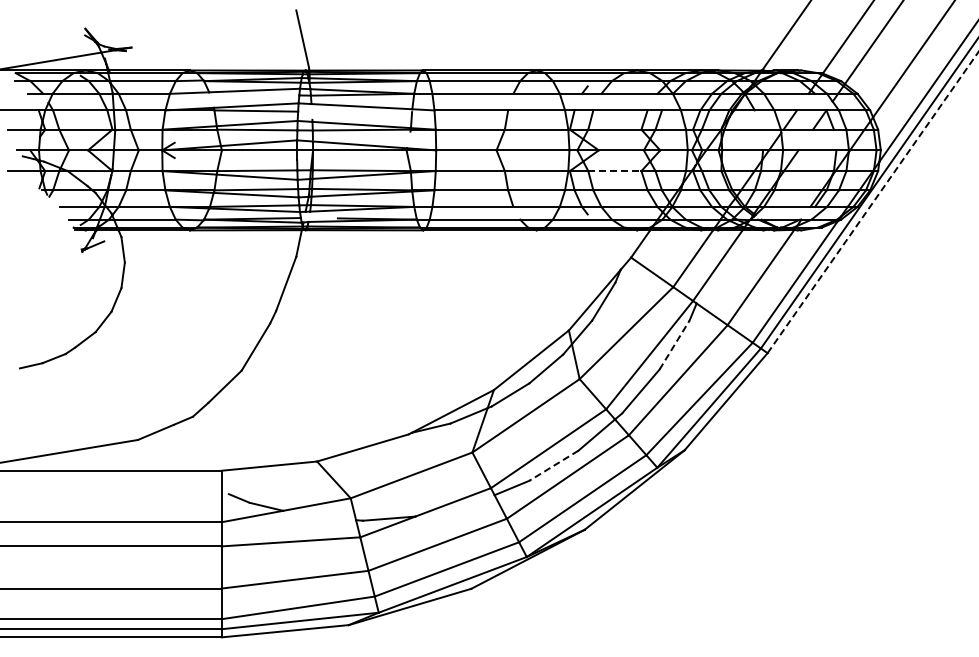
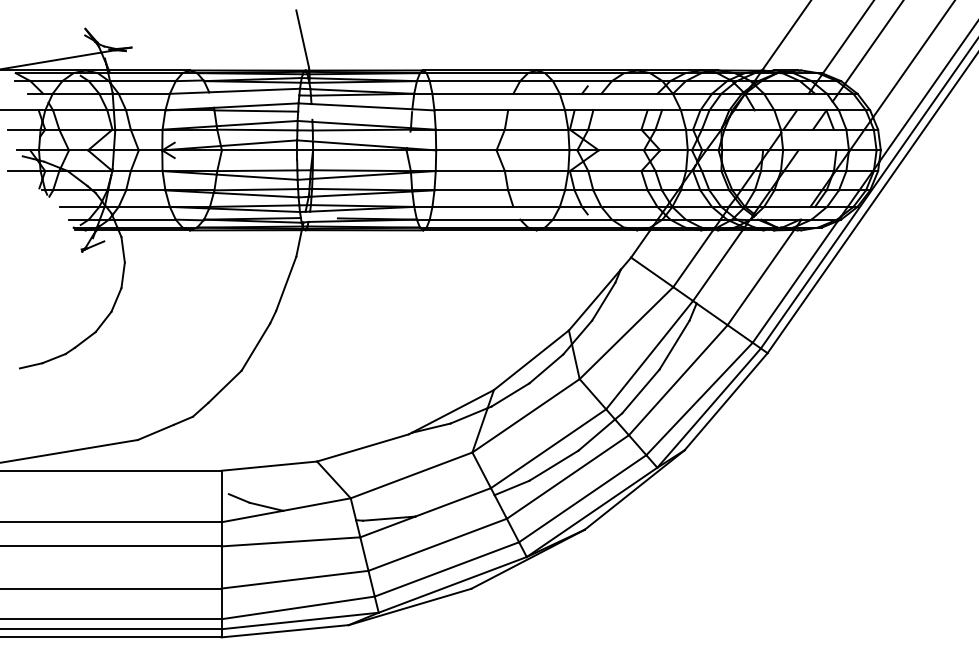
line at (614, 171): dashed -> solid
line at (873, 202): dashed -> solid
line at (674, 345): dashed -> solid
line at (553, 465): dashed -> solid
